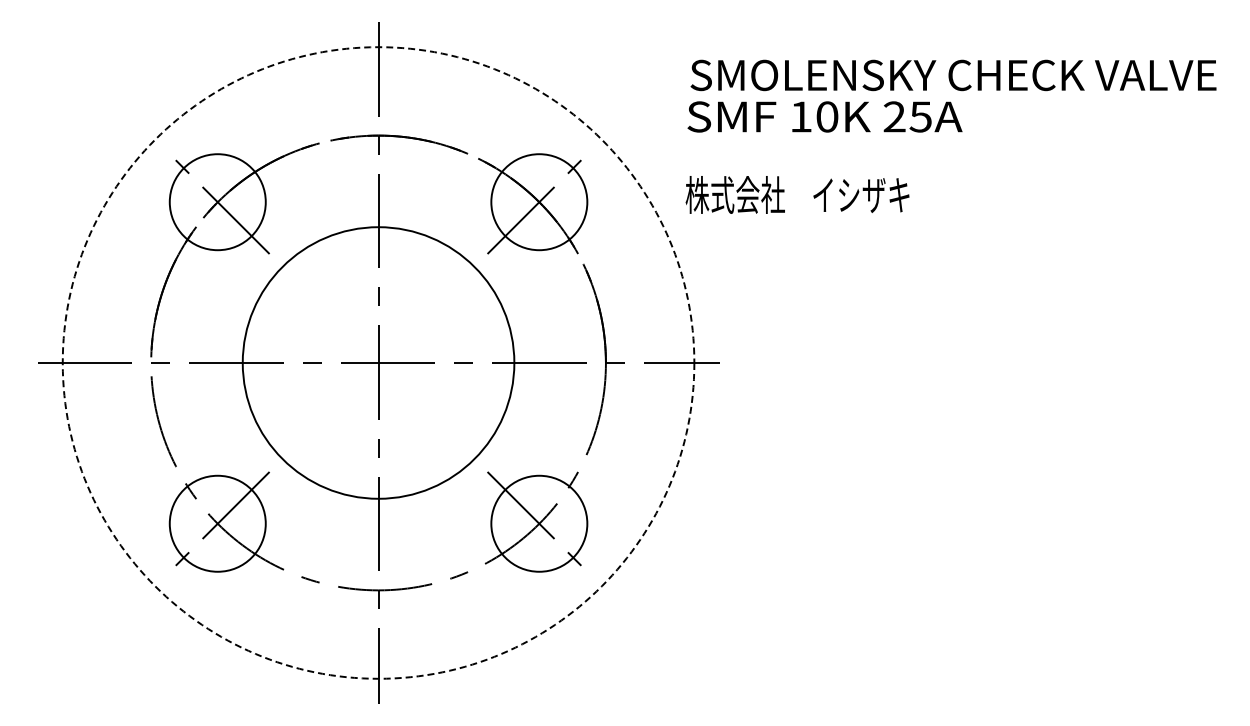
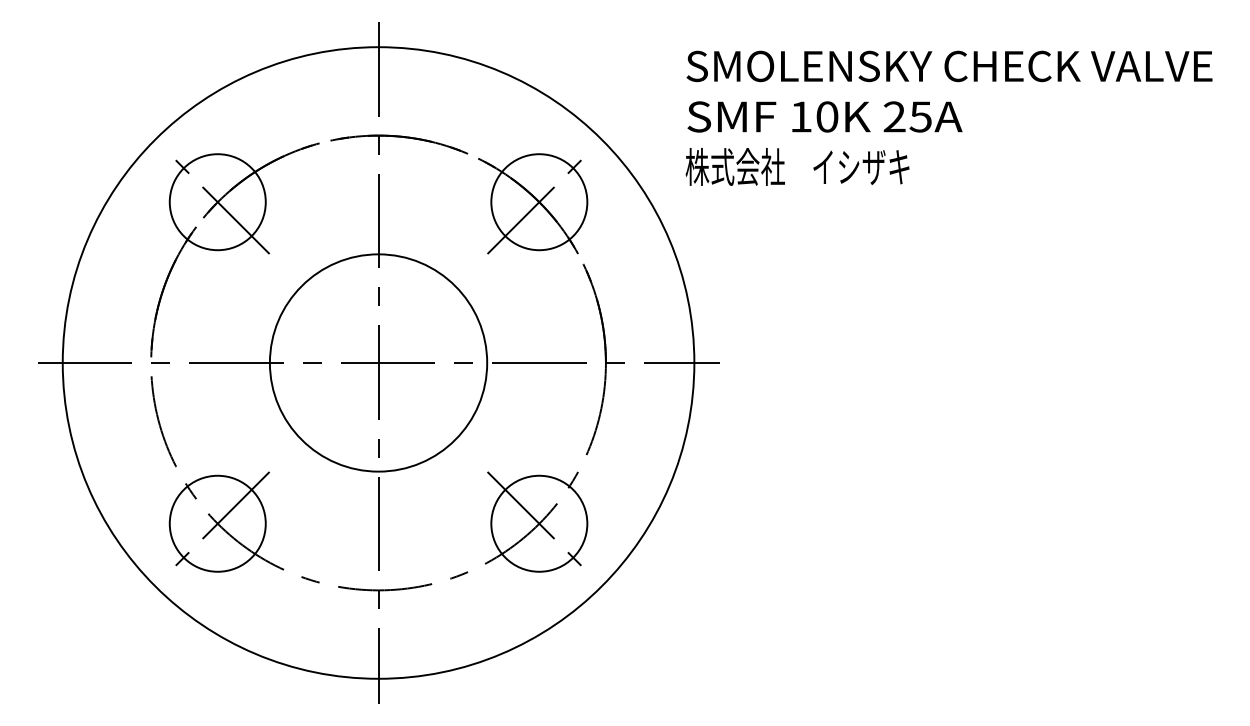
text at (953, 75) position: (953, 75) -> (949, 66)
text at (797, 194) position: (797, 194) -> (797, 166)
circle at (378, 362) diameter: 272 px -> 217 px
circle at (378, 362): dashed -> solid
